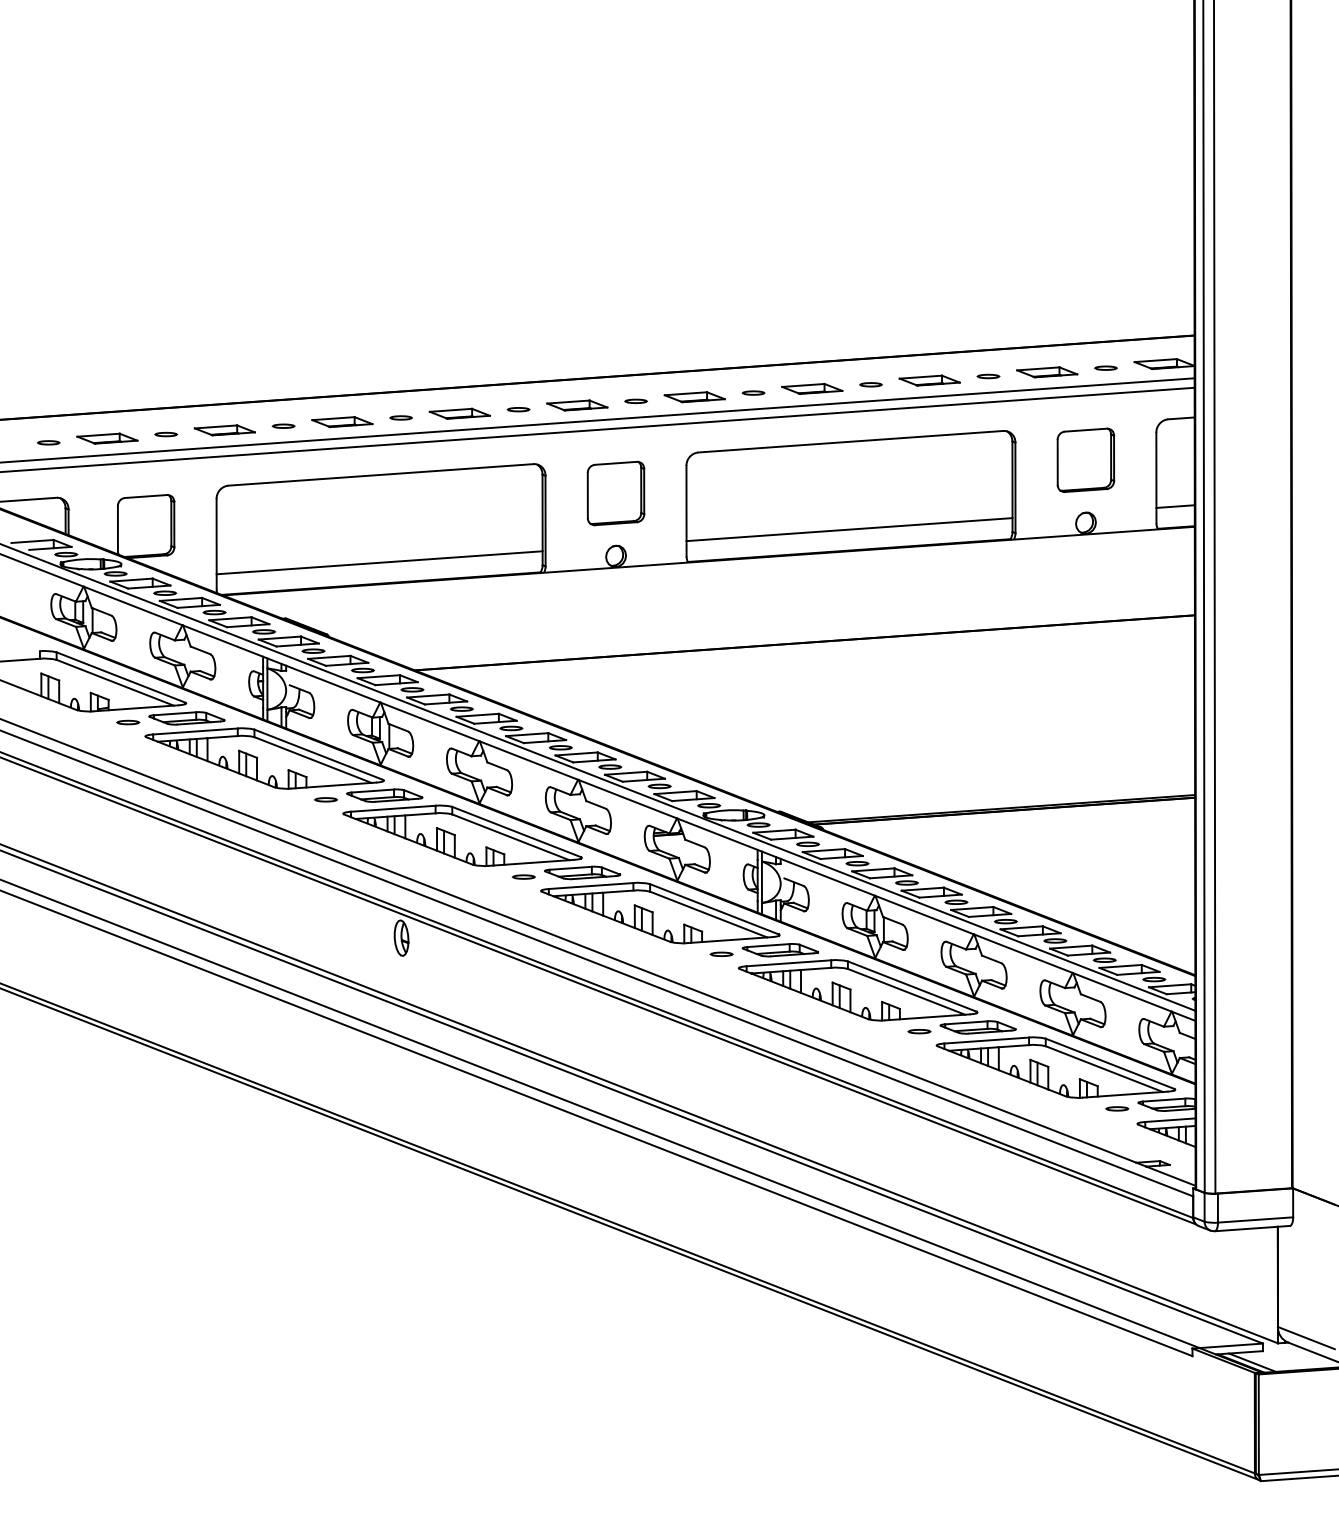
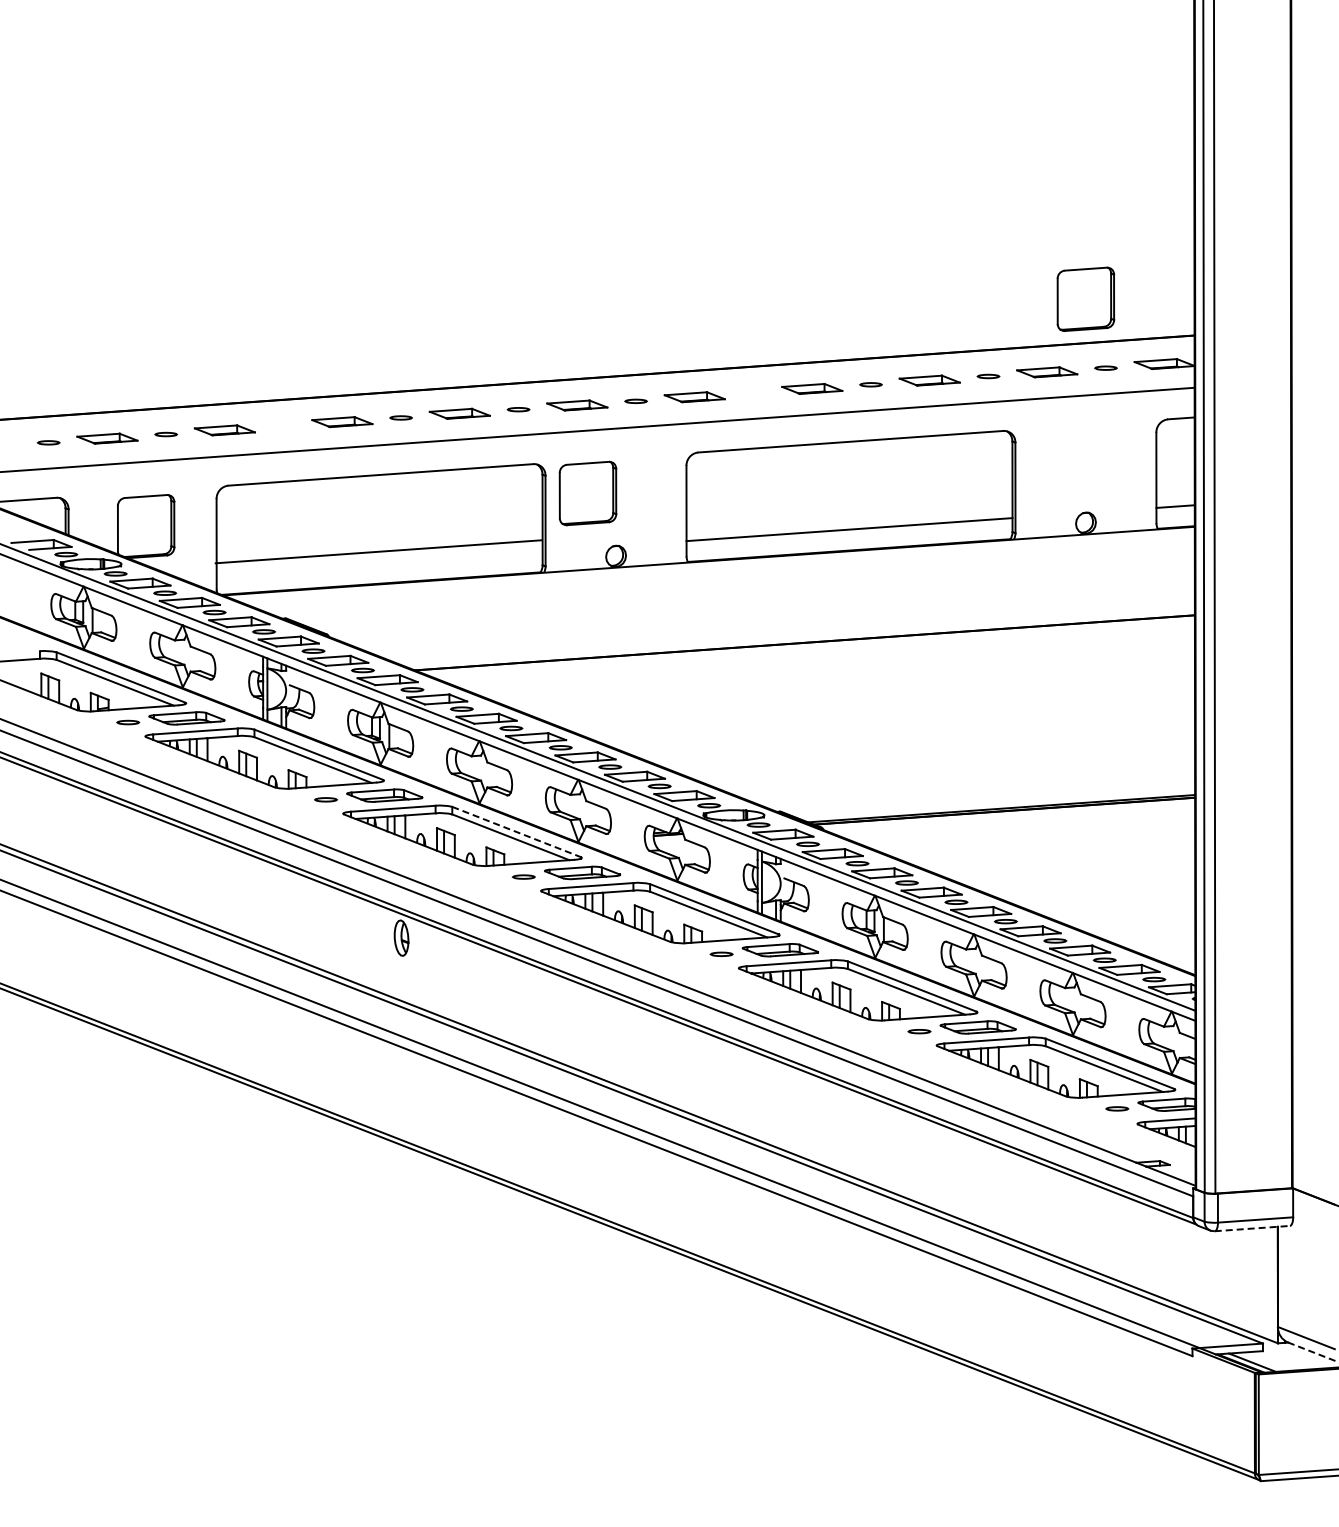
part at (753, 392): present -> none
line at (598, 420): present -> none
part at (283, 425): present -> none
part at (1085, 459) position: (1085, 459) -> (1085, 298)
part at (615, 493) position: (615, 493) -> (587, 493)
line at (379, 562) position: (379, 562) -> (378, 551)
line at (517, 832): solid -> dashed
line at (1252, 1228): solid -> dashed
line at (1313, 1352): solid -> dashed
